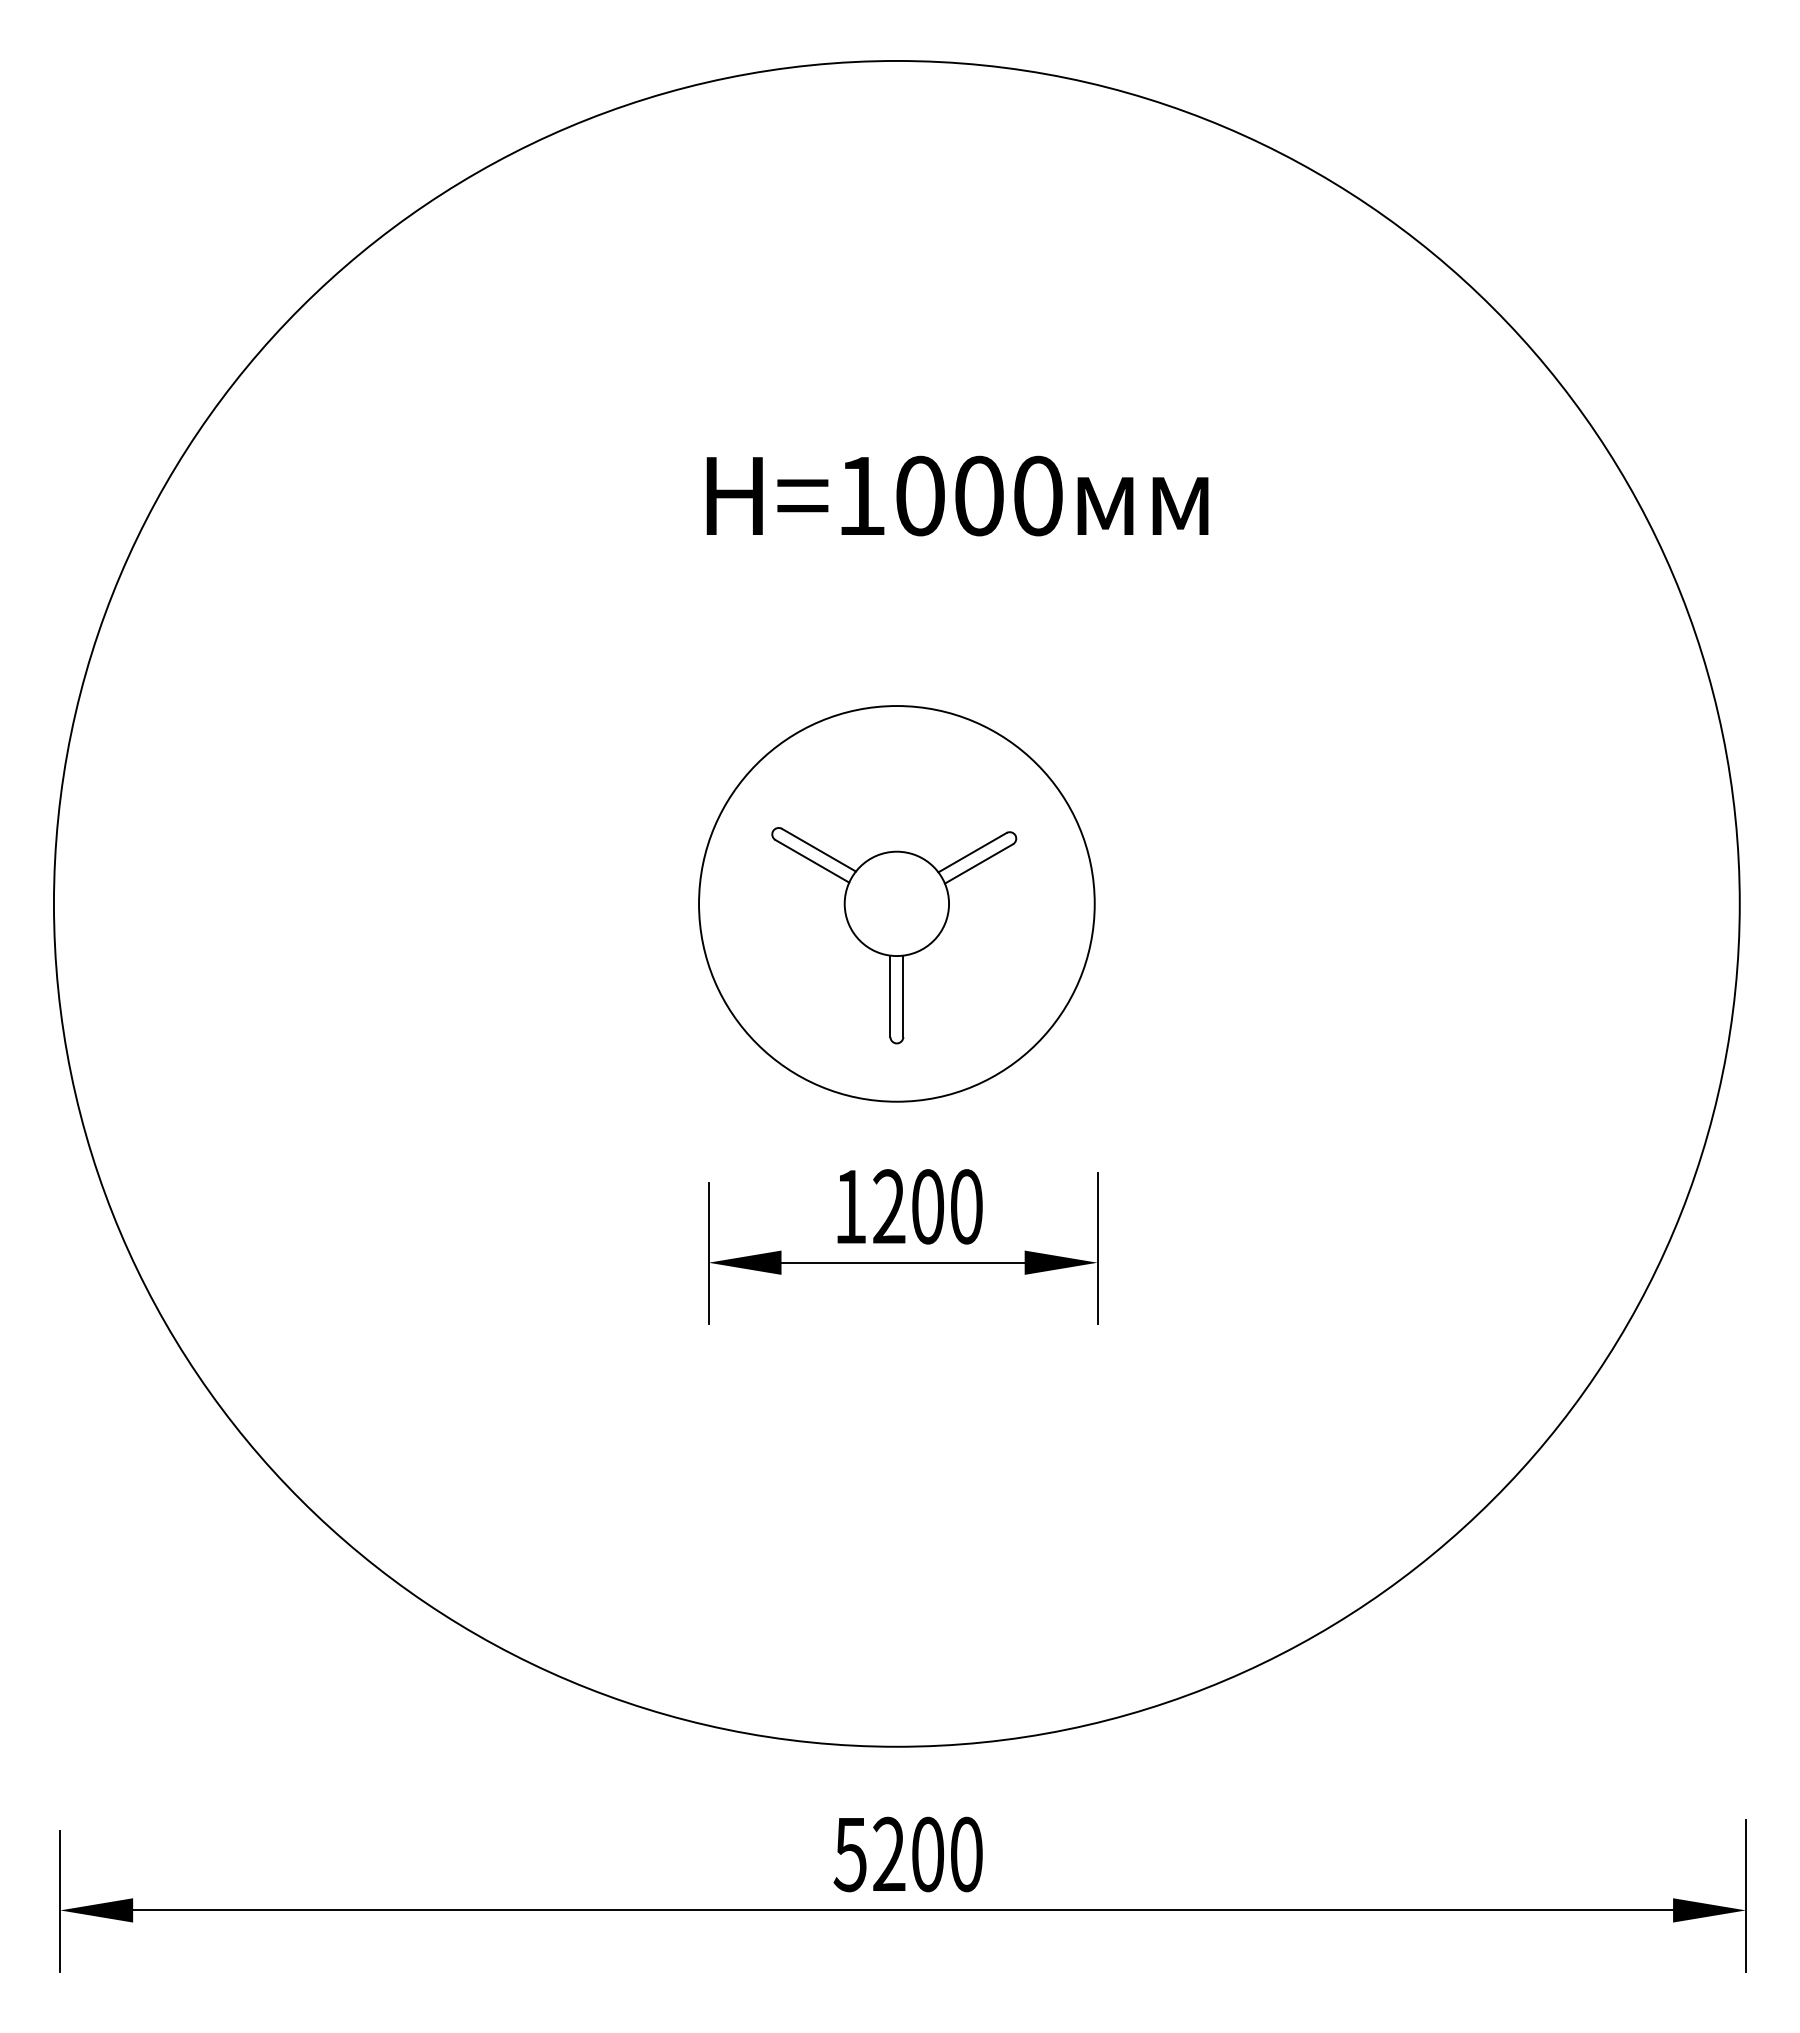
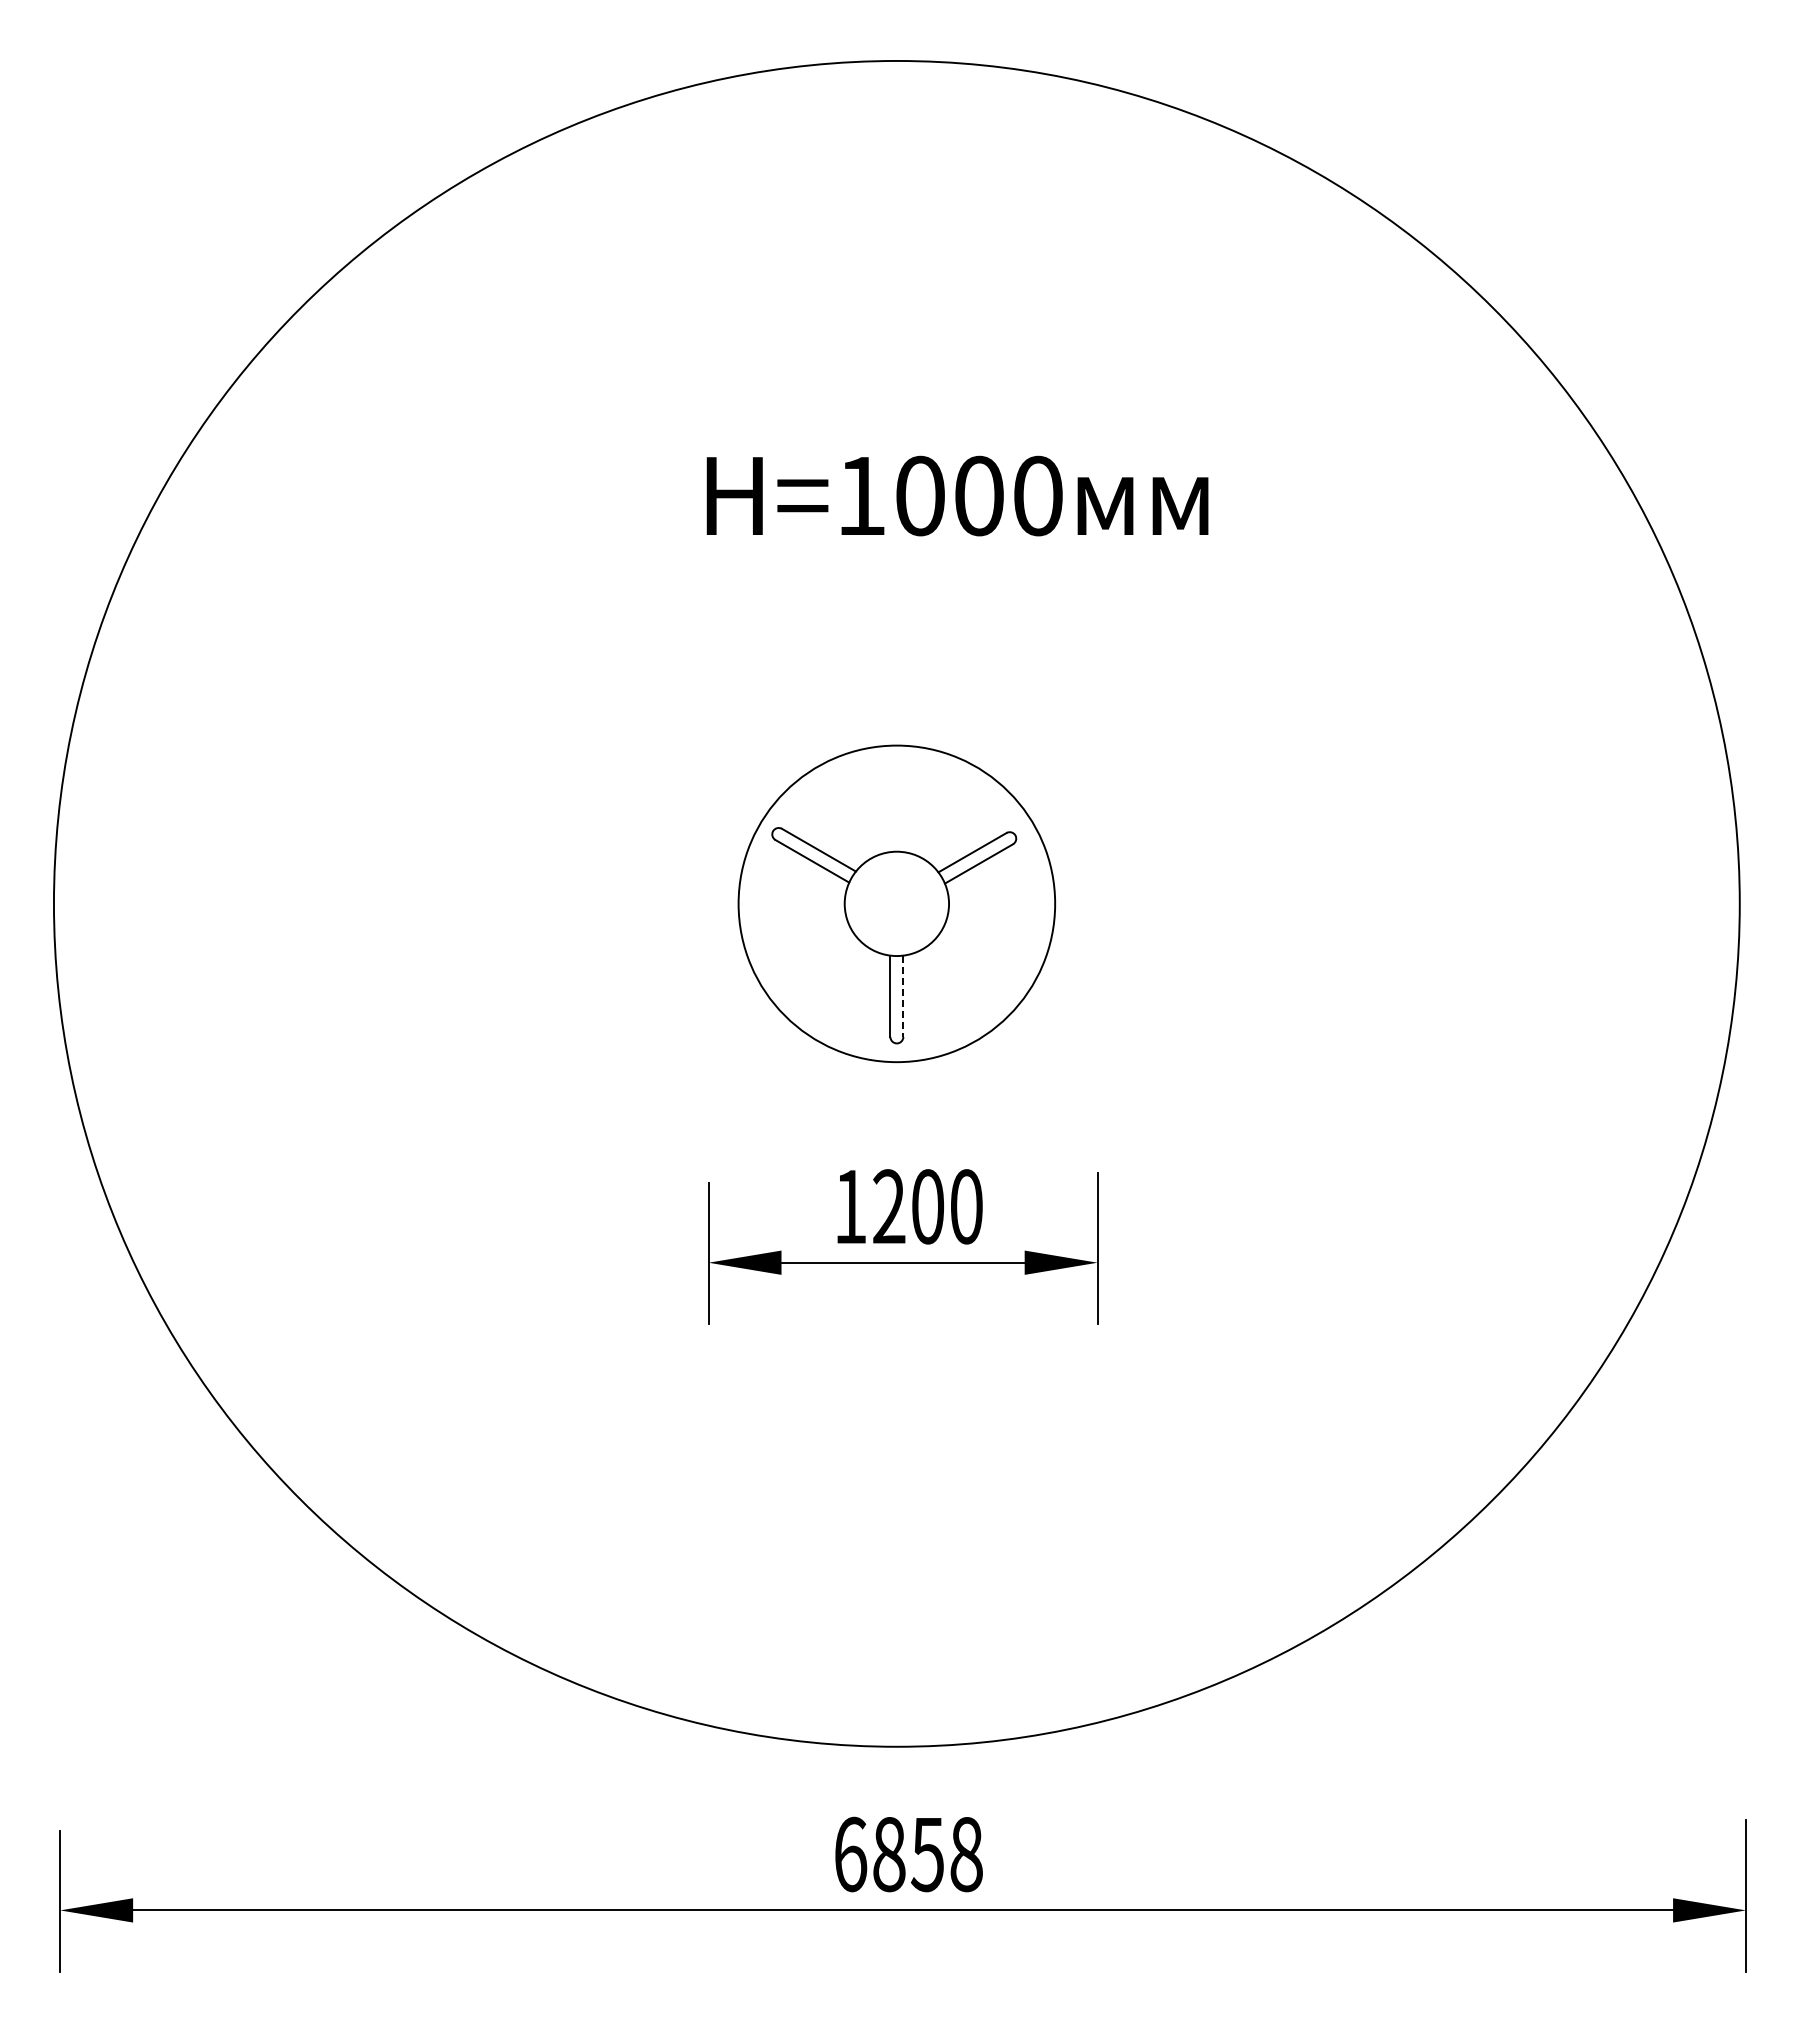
circle at (896, 903) diameter: 396 px -> 317 px
line at (903, 996): solid -> dashed
text at (907, 1854): 5200 -> 6858
